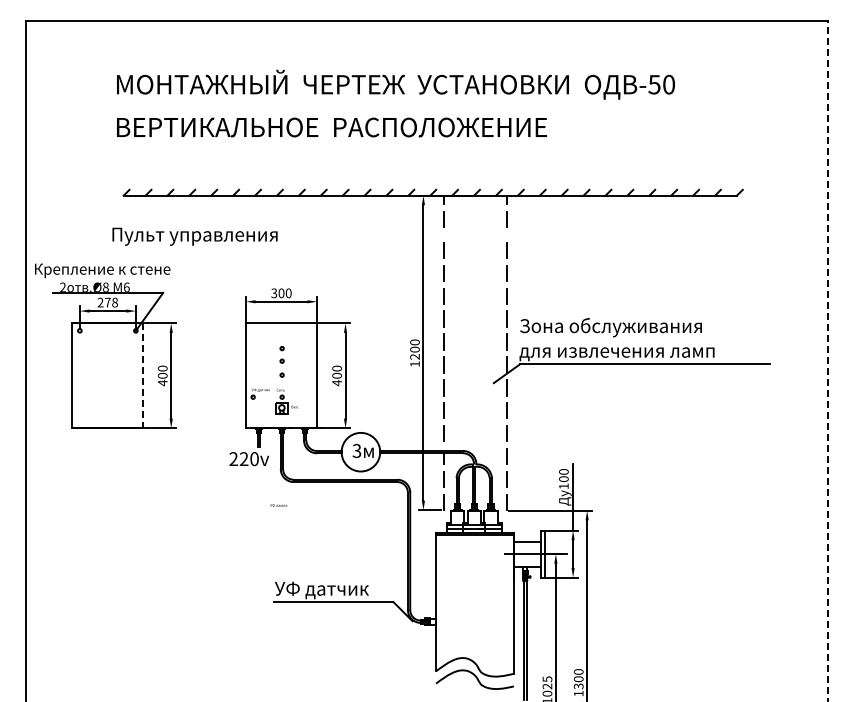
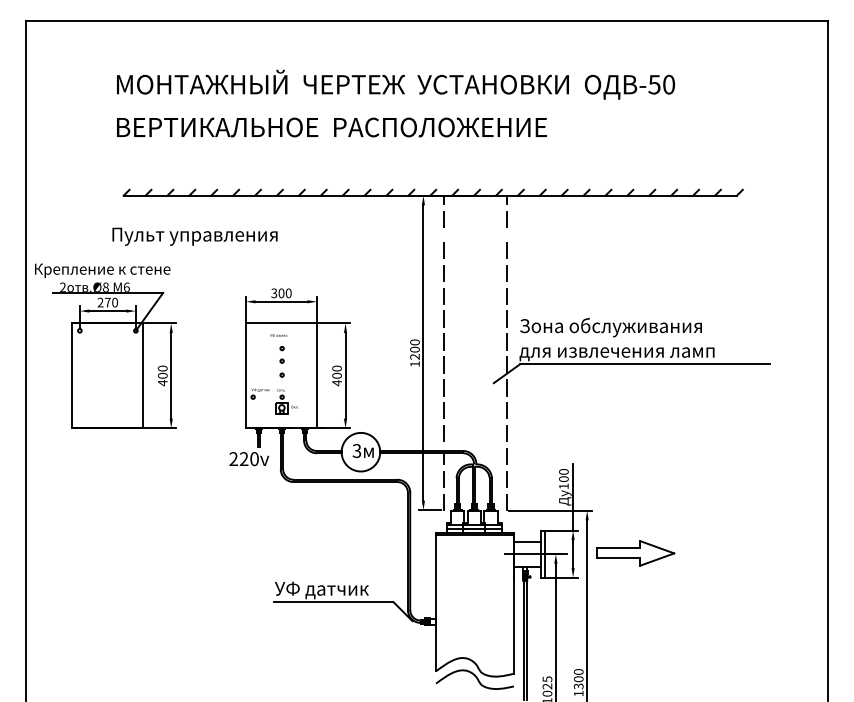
text at (115, 302): 278 -> 270
line at (828, 360): dashed -> solid
line at (142, 376): dashed -> solid
text at (278, 505) position: (278, 505) -> (278, 335)
part at (635, 553): none -> present
